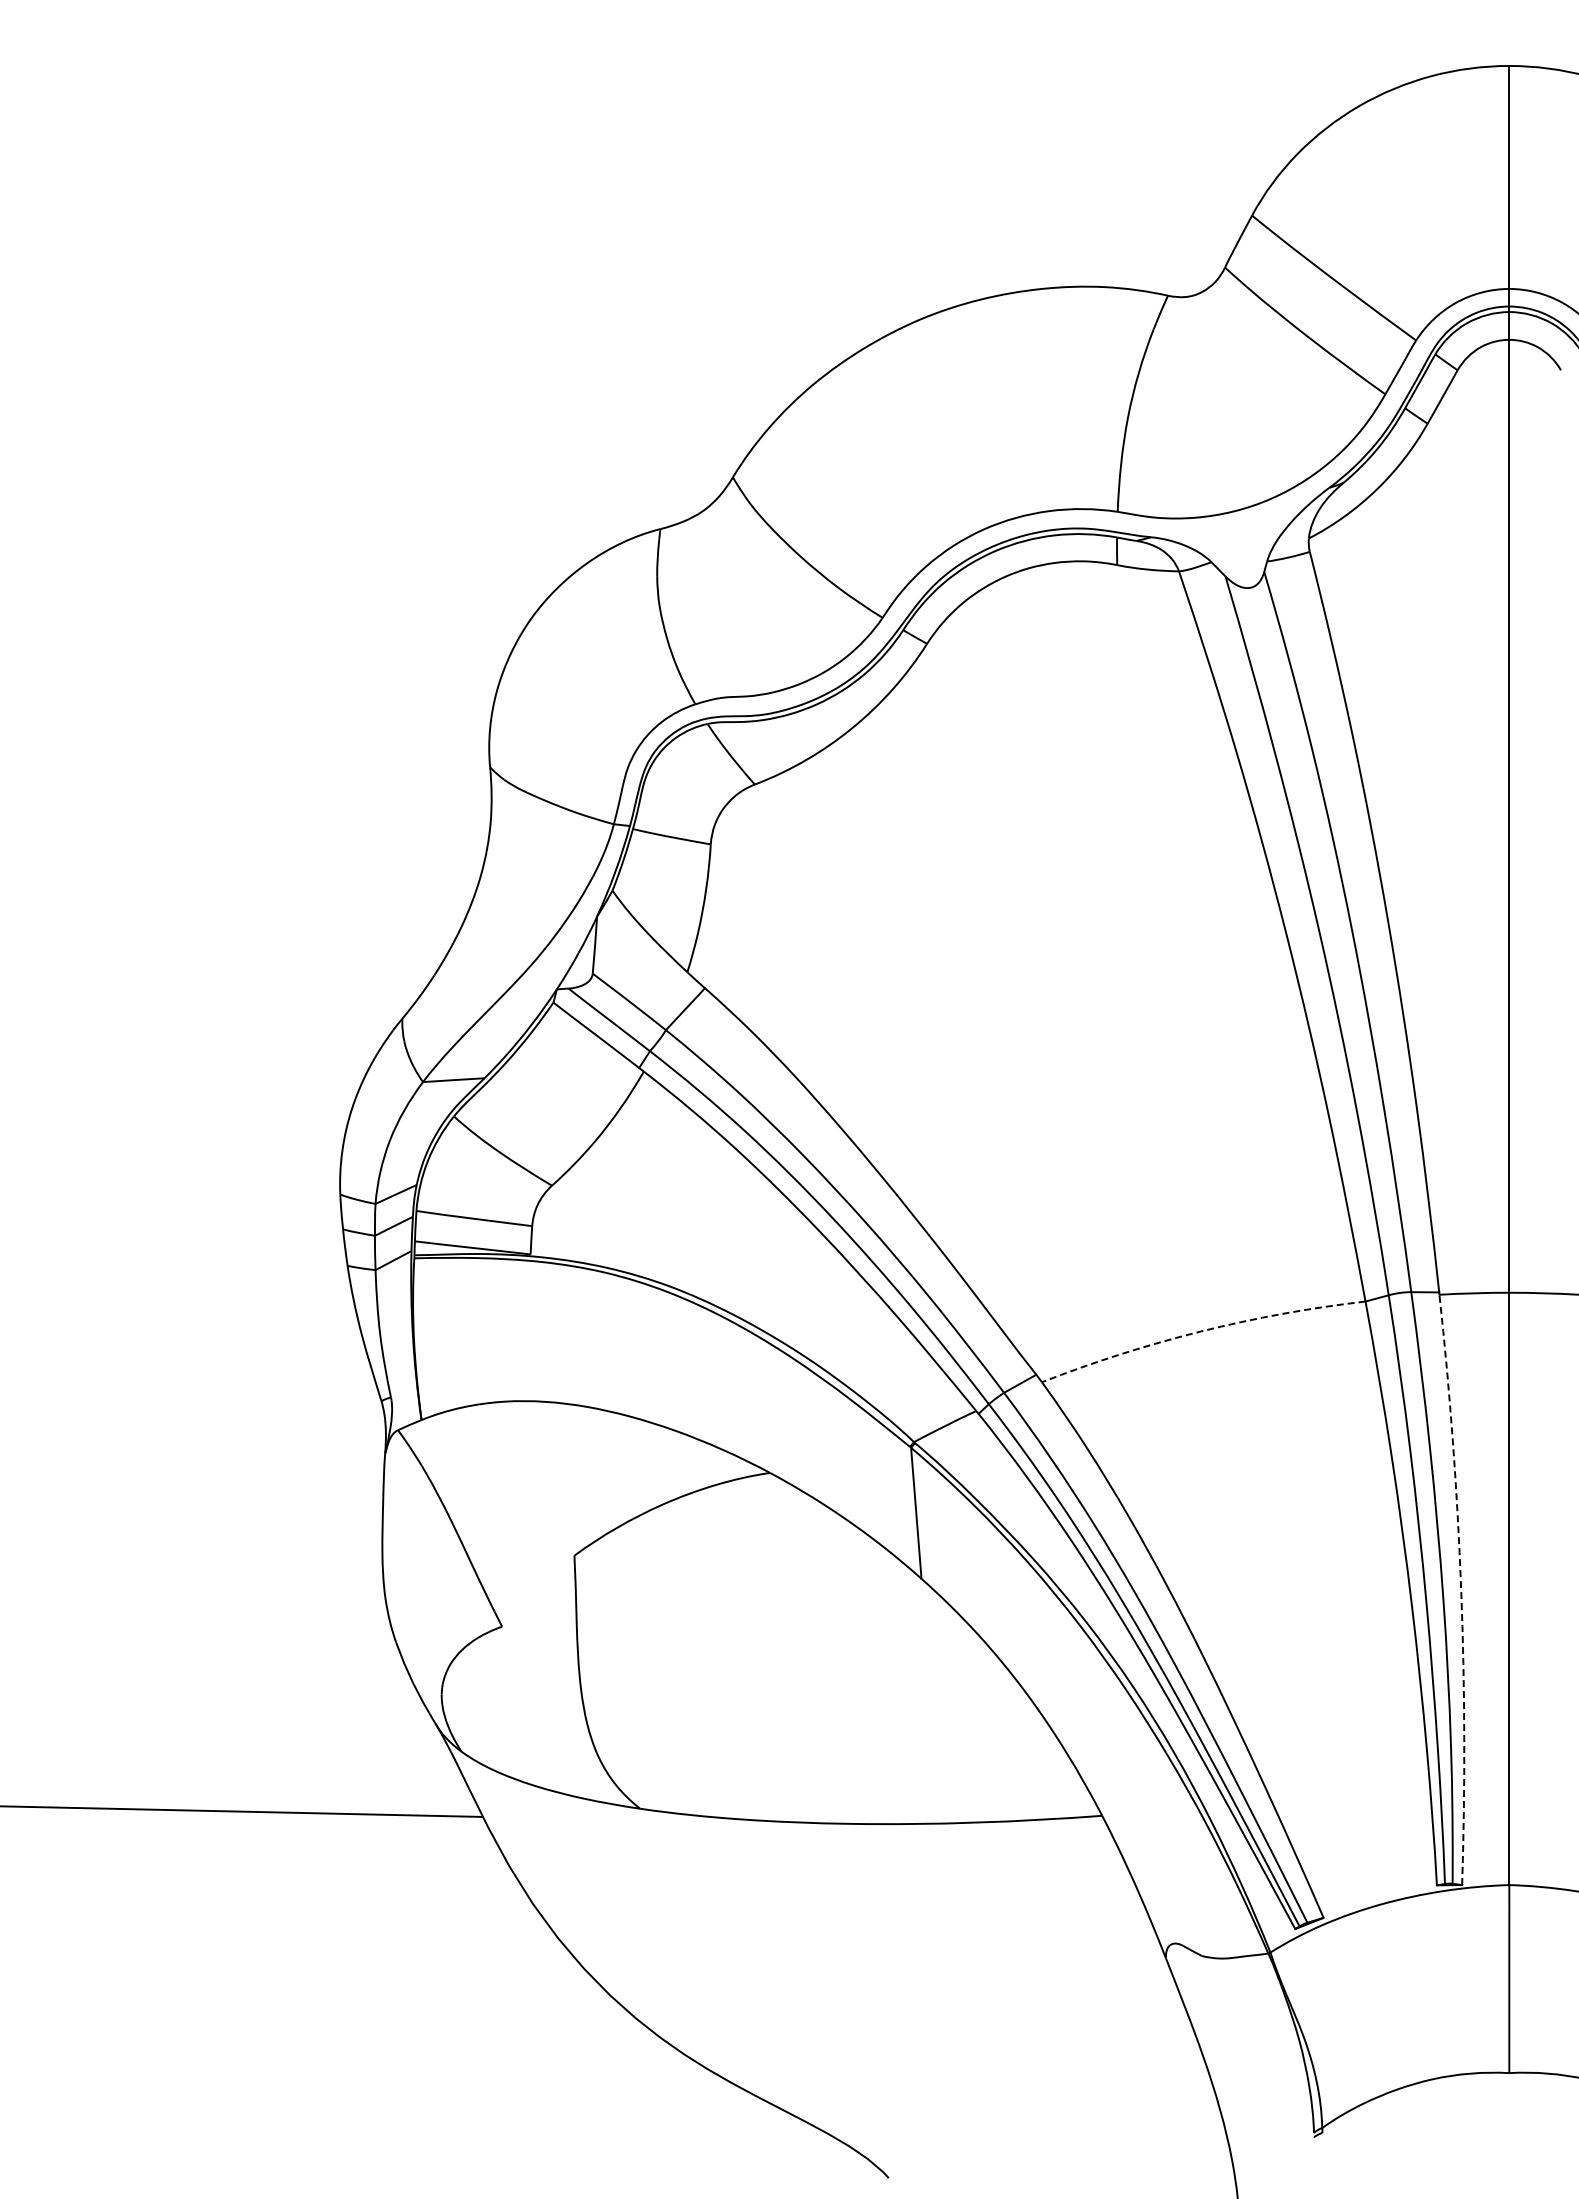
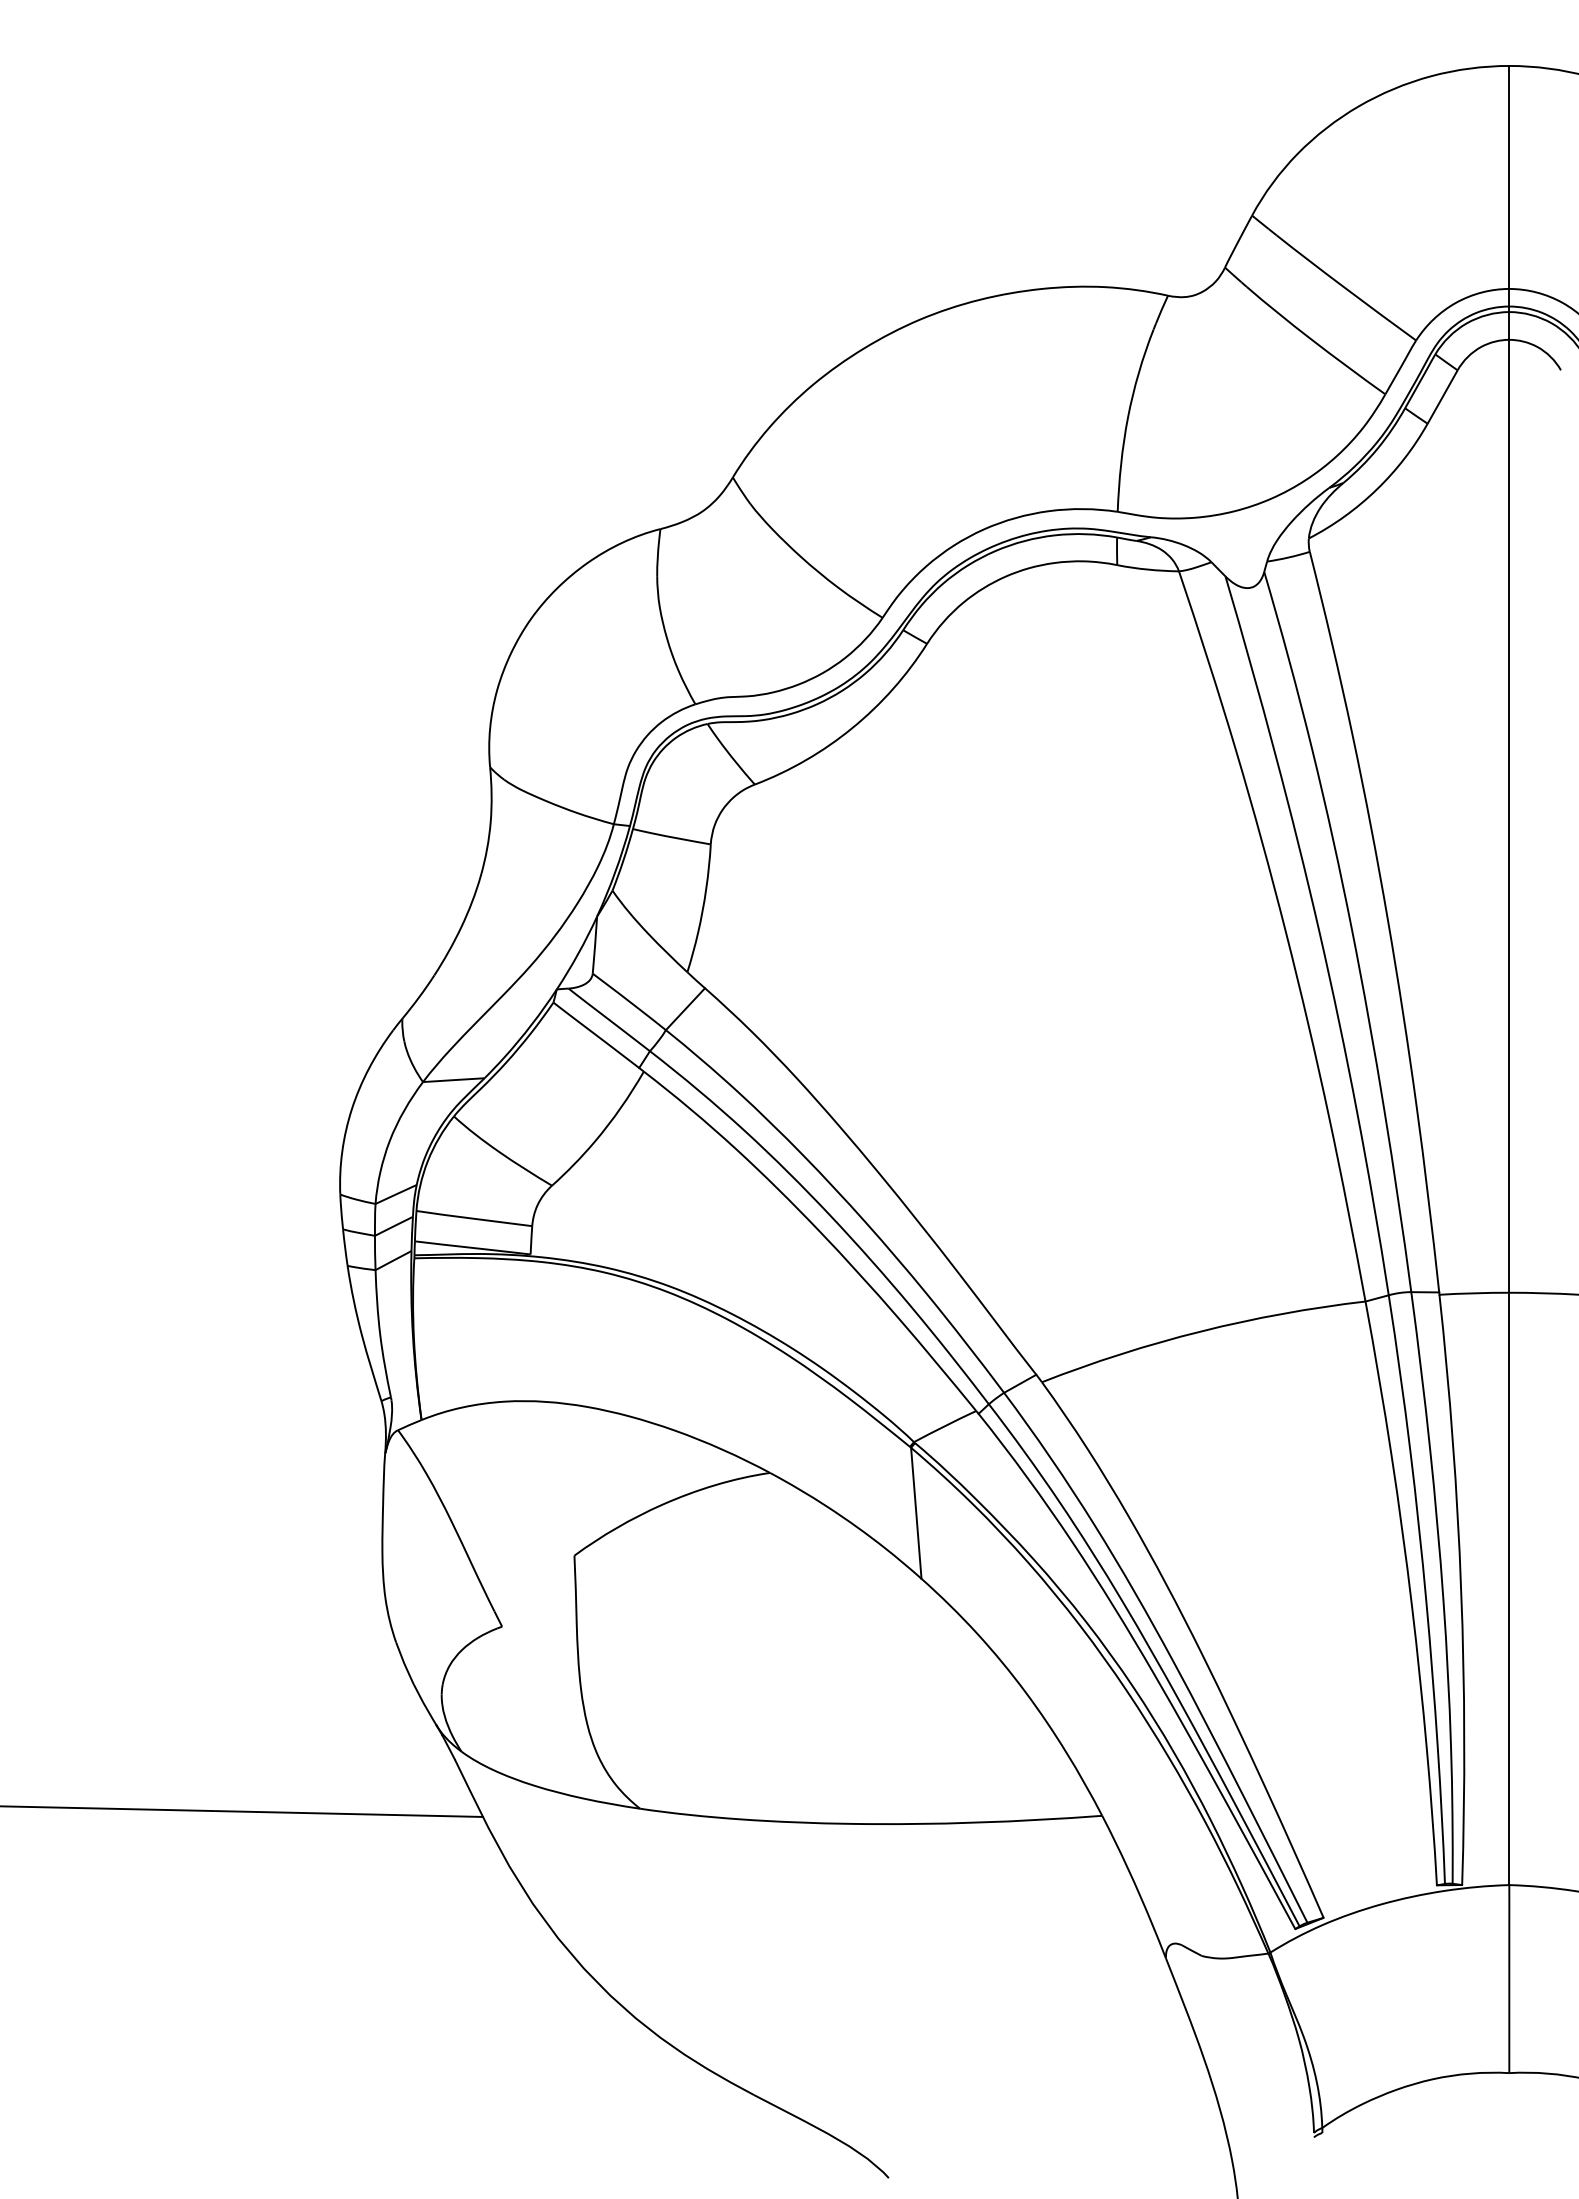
arc at (1201, 1331): dashed -> solid
arc at (1461, 1589): dashed -> solid
